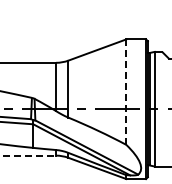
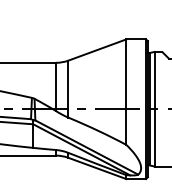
line at (126, 92): dashed -> solid
line at (28, 155): dashed -> solid
